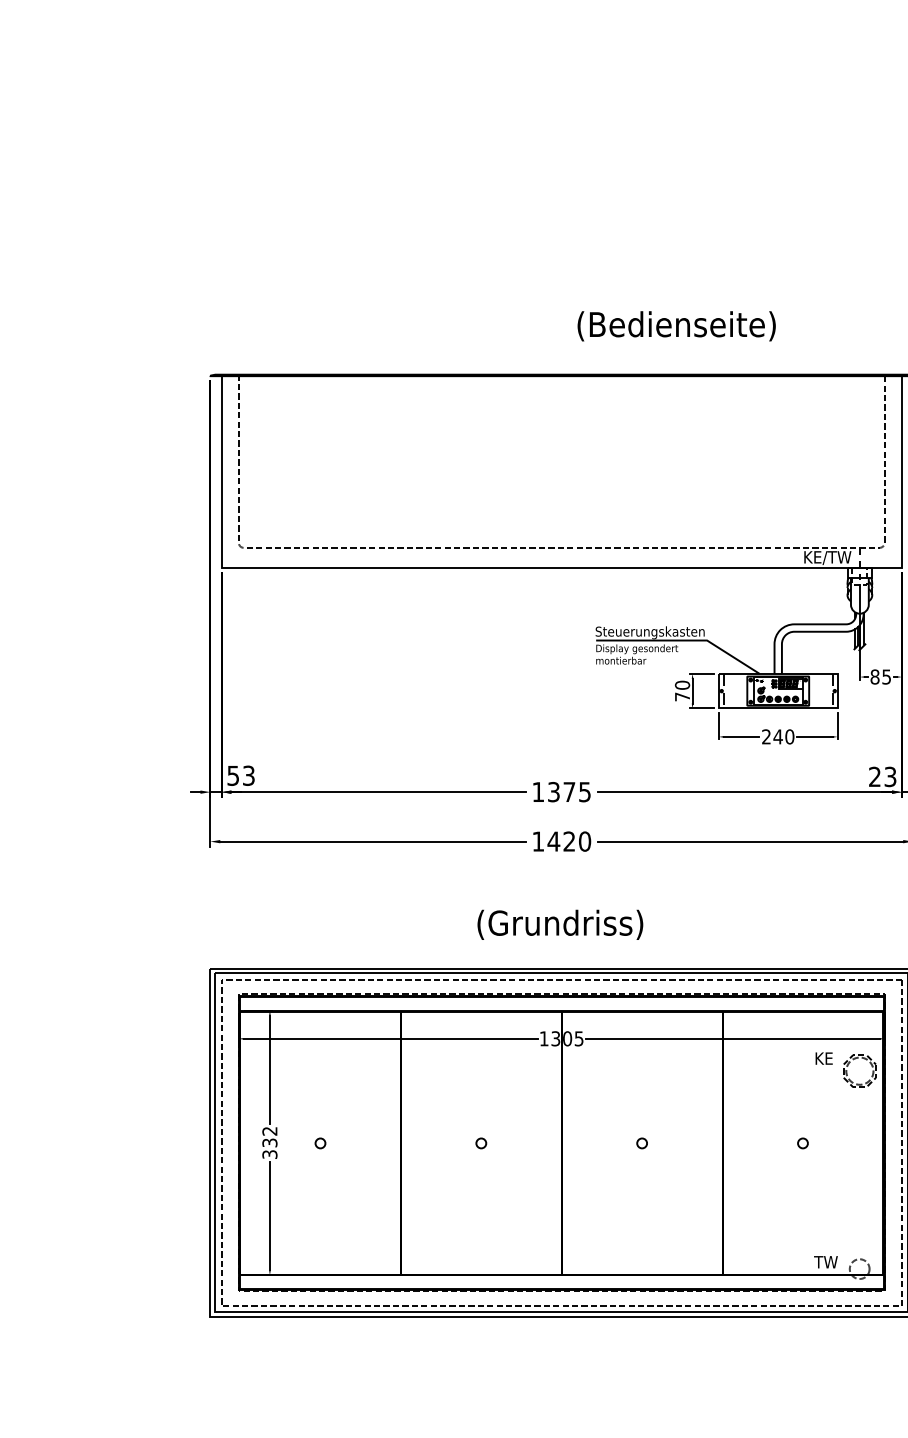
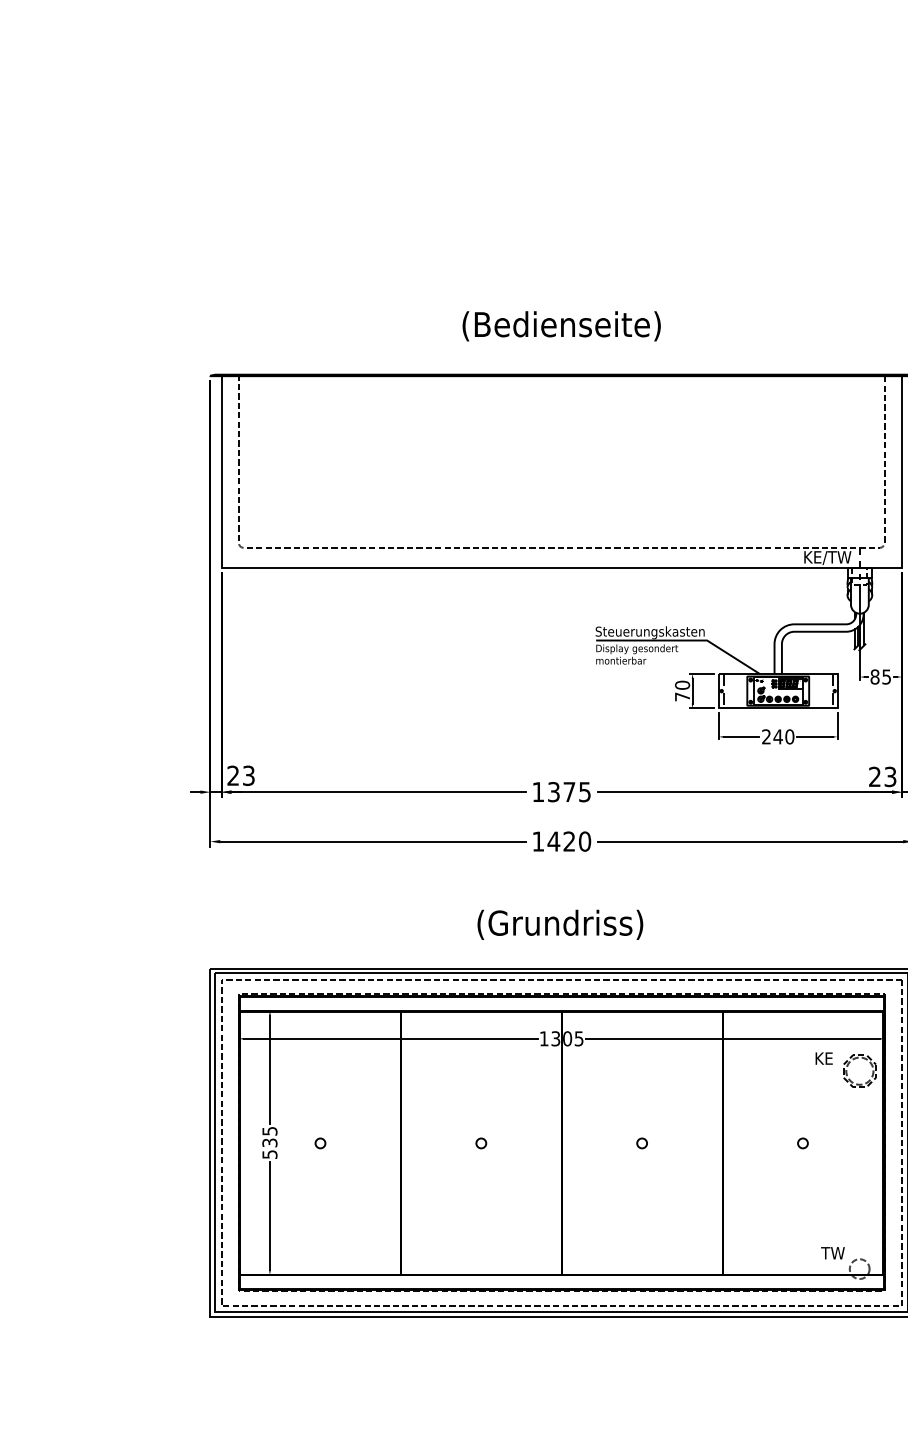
text at (676, 326) position: (676, 326) -> (561, 326)
text at (232, 775): 53 -> 23
text at (269, 1142): 332 -> 535
text at (825, 1262) position: (825, 1262) -> (832, 1253)
